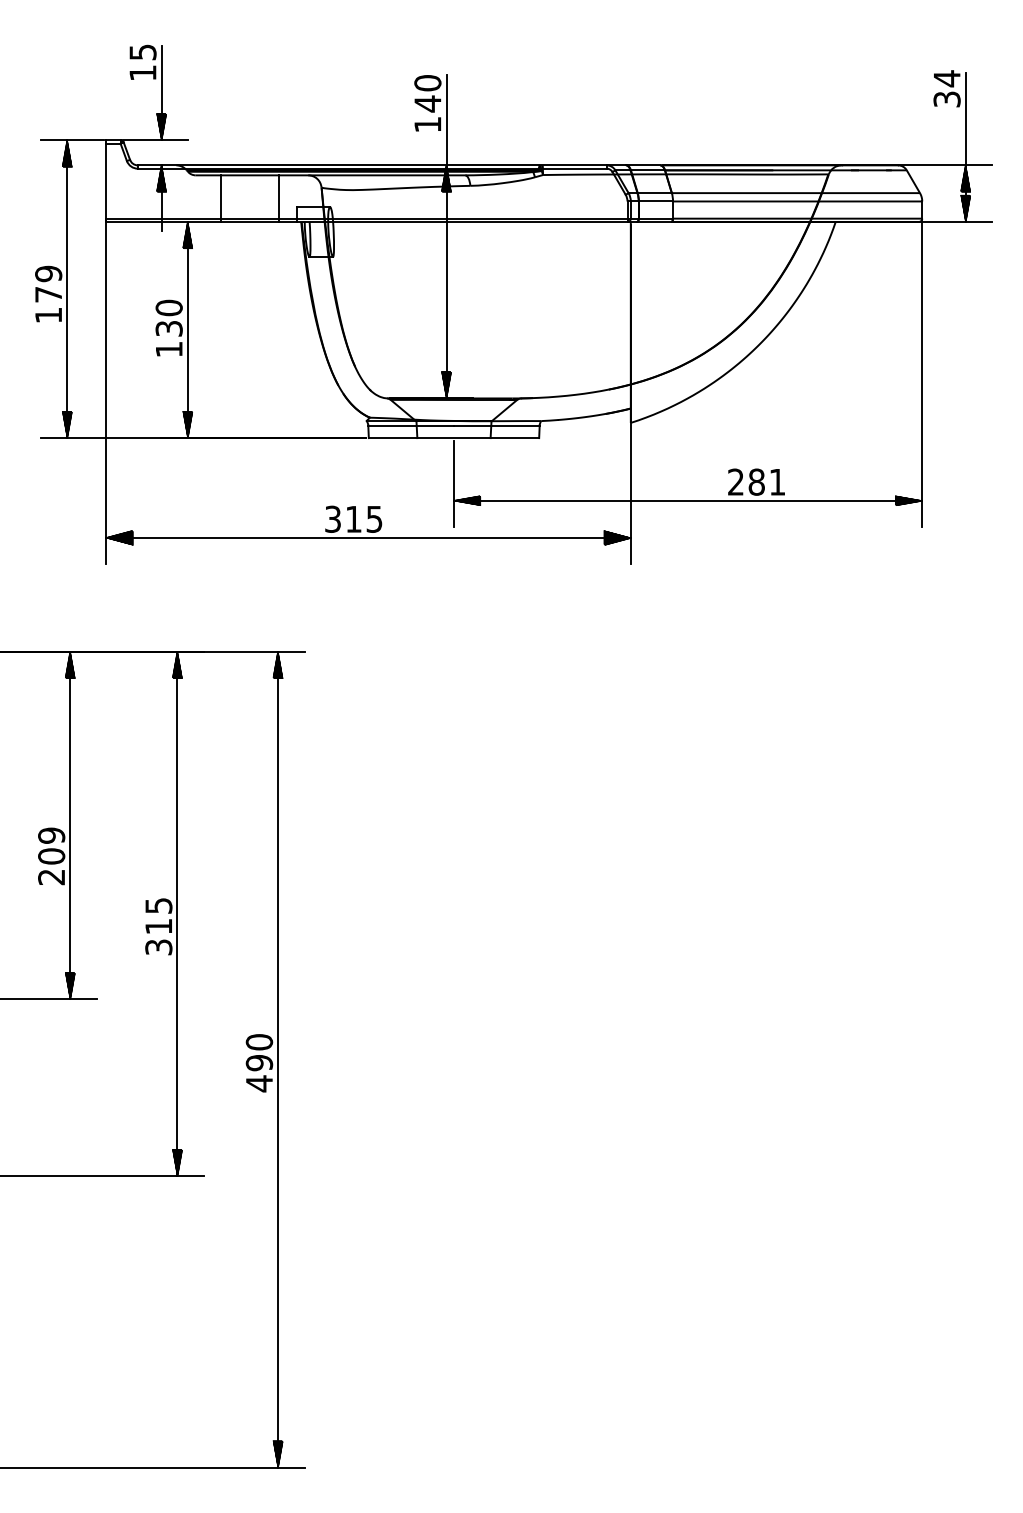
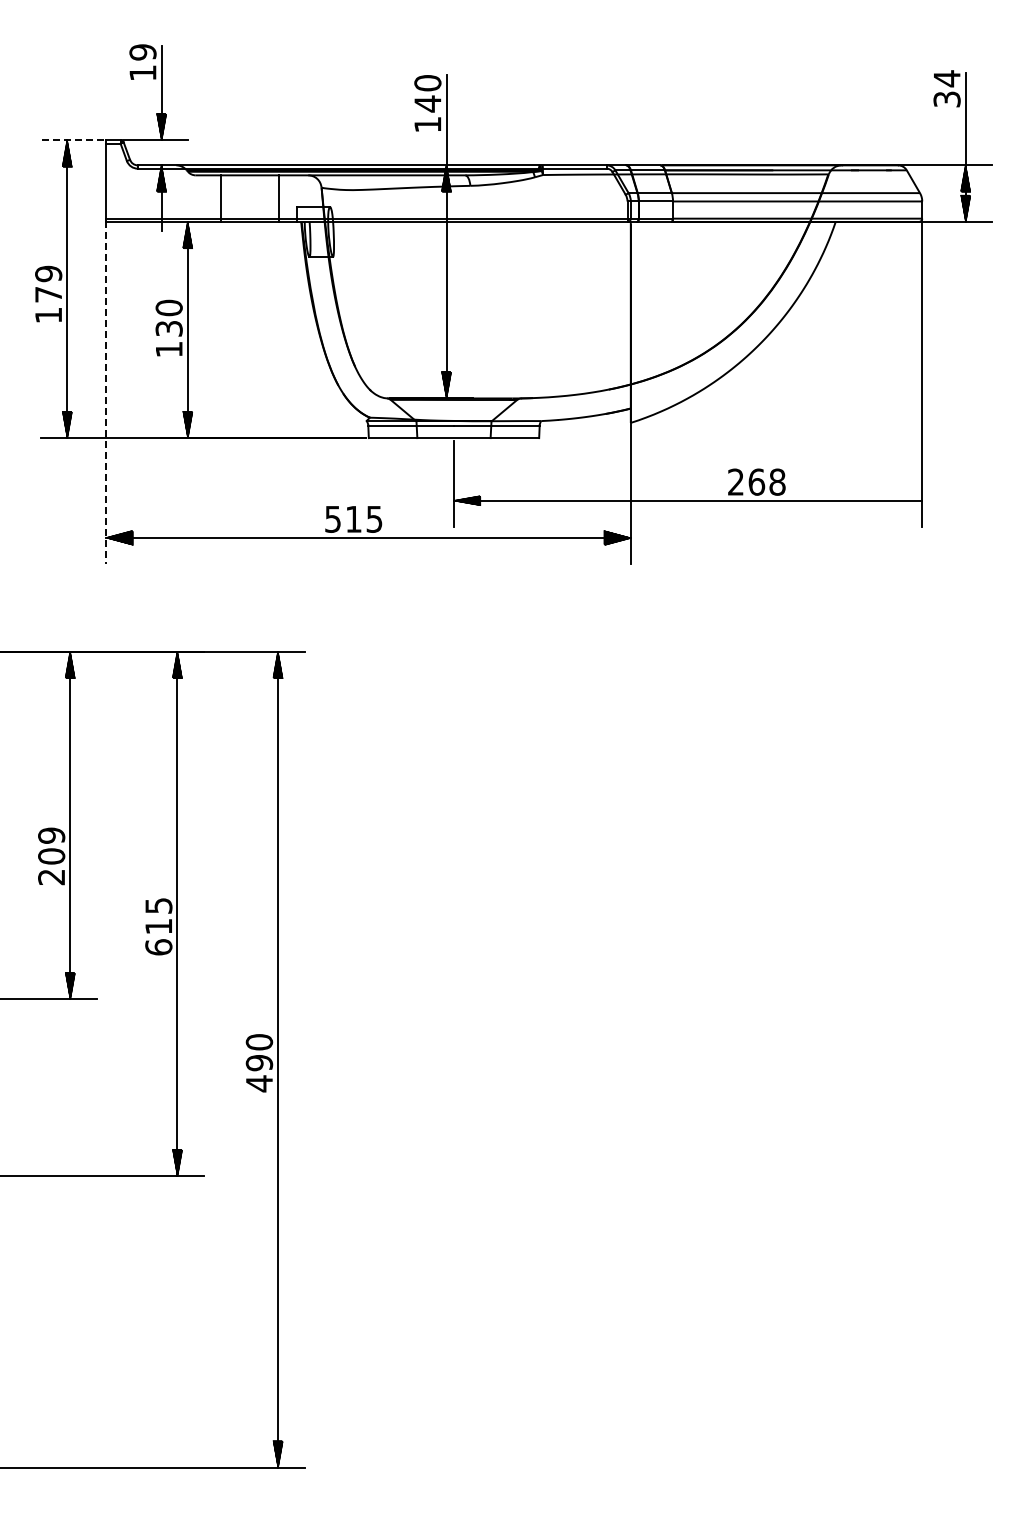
text at (142, 52): 15 -> 19
line at (71, 140): solid -> dashed
line at (106, 392): solid -> dashed
text at (766, 481): 281 -> 268
hatch at (908, 500): present -> none
text at (333, 518): 315 -> 515
text at (158, 947): 315 -> 615
